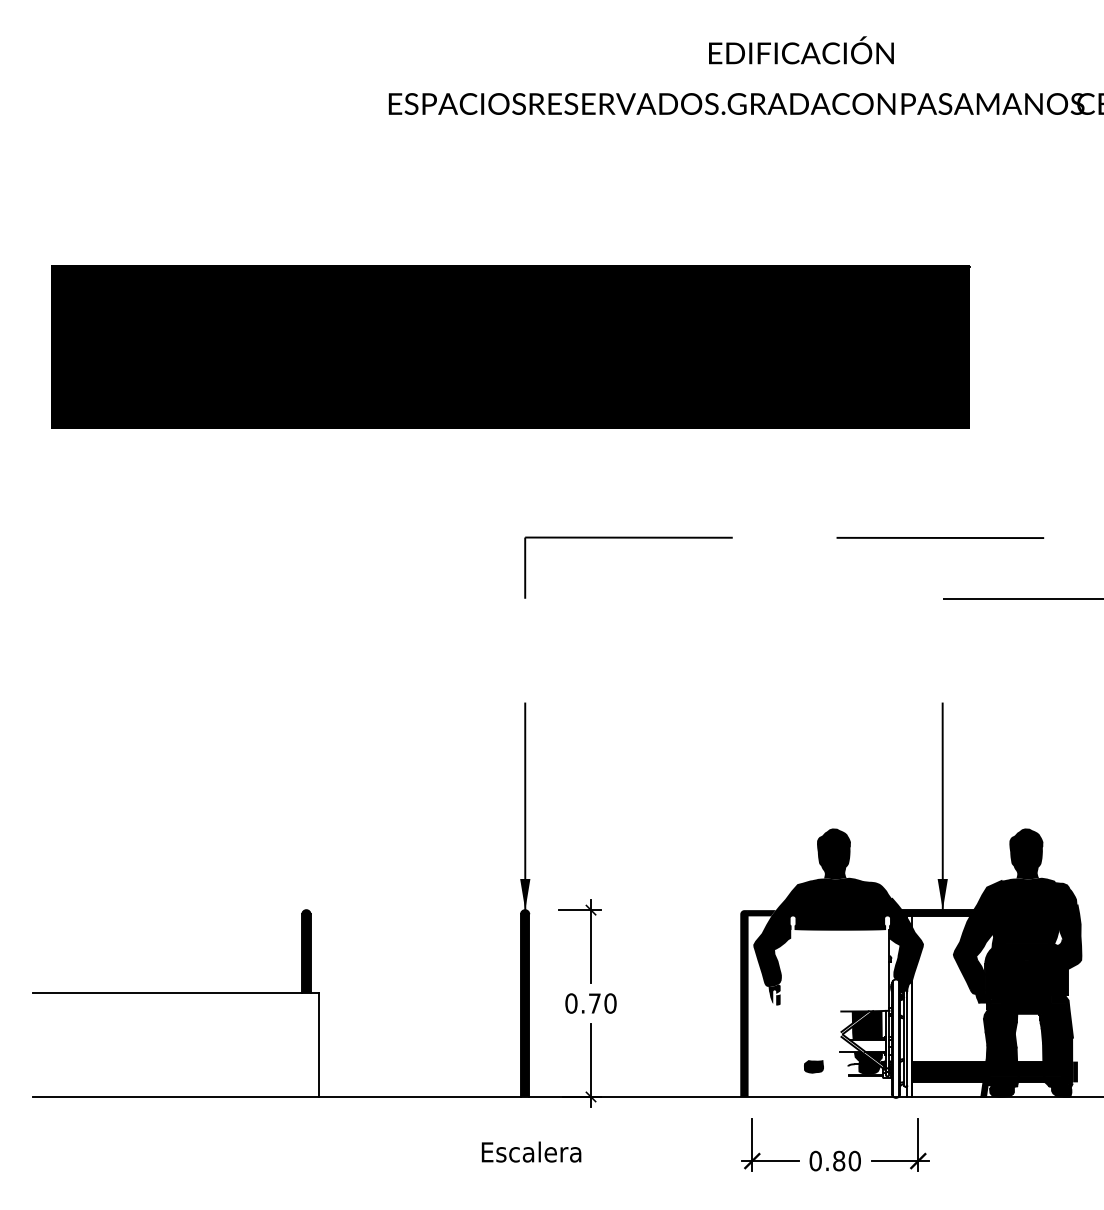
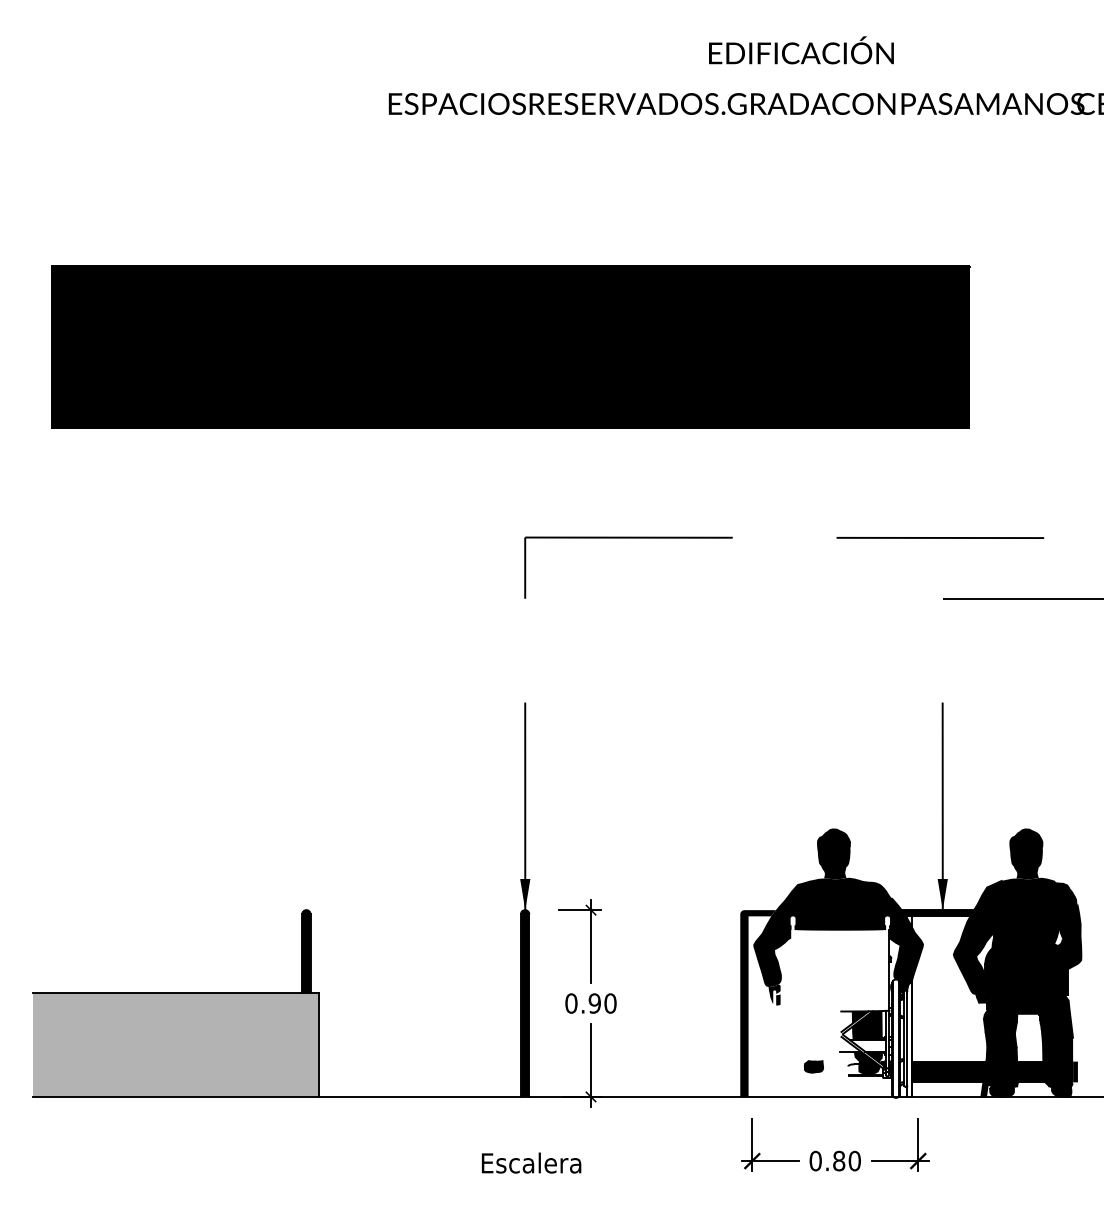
text at (594, 1003): 0.70 -> 0.90
fill at (176, 1044): none -> present
text at (531, 1151) position: (531, 1151) -> (531, 1162)
